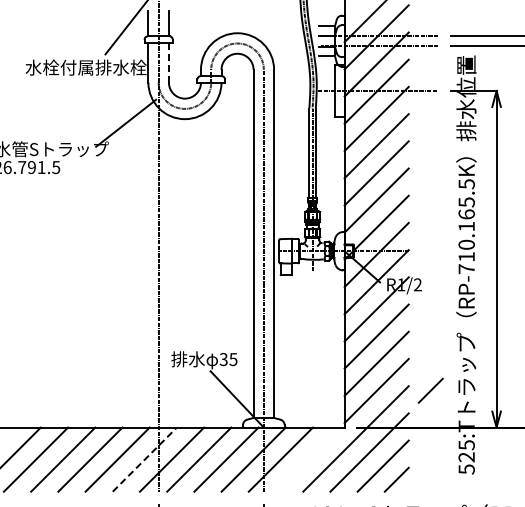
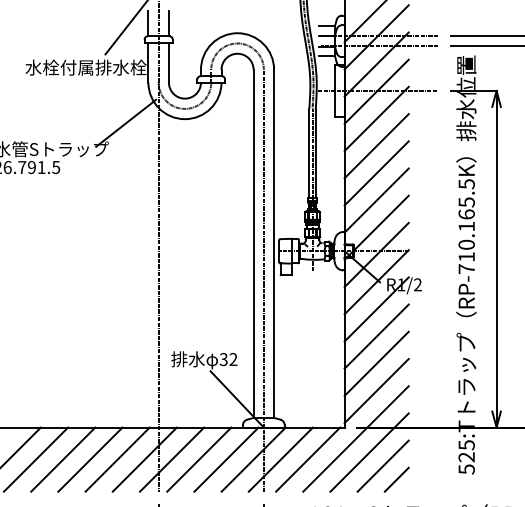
line at (168, 62): dashed -> solid
text at (233, 359): 35 -> 32
line at (430, 390): present -> none
line at (145, 459): dashed -> solid
line at (308, 459): none -> present
